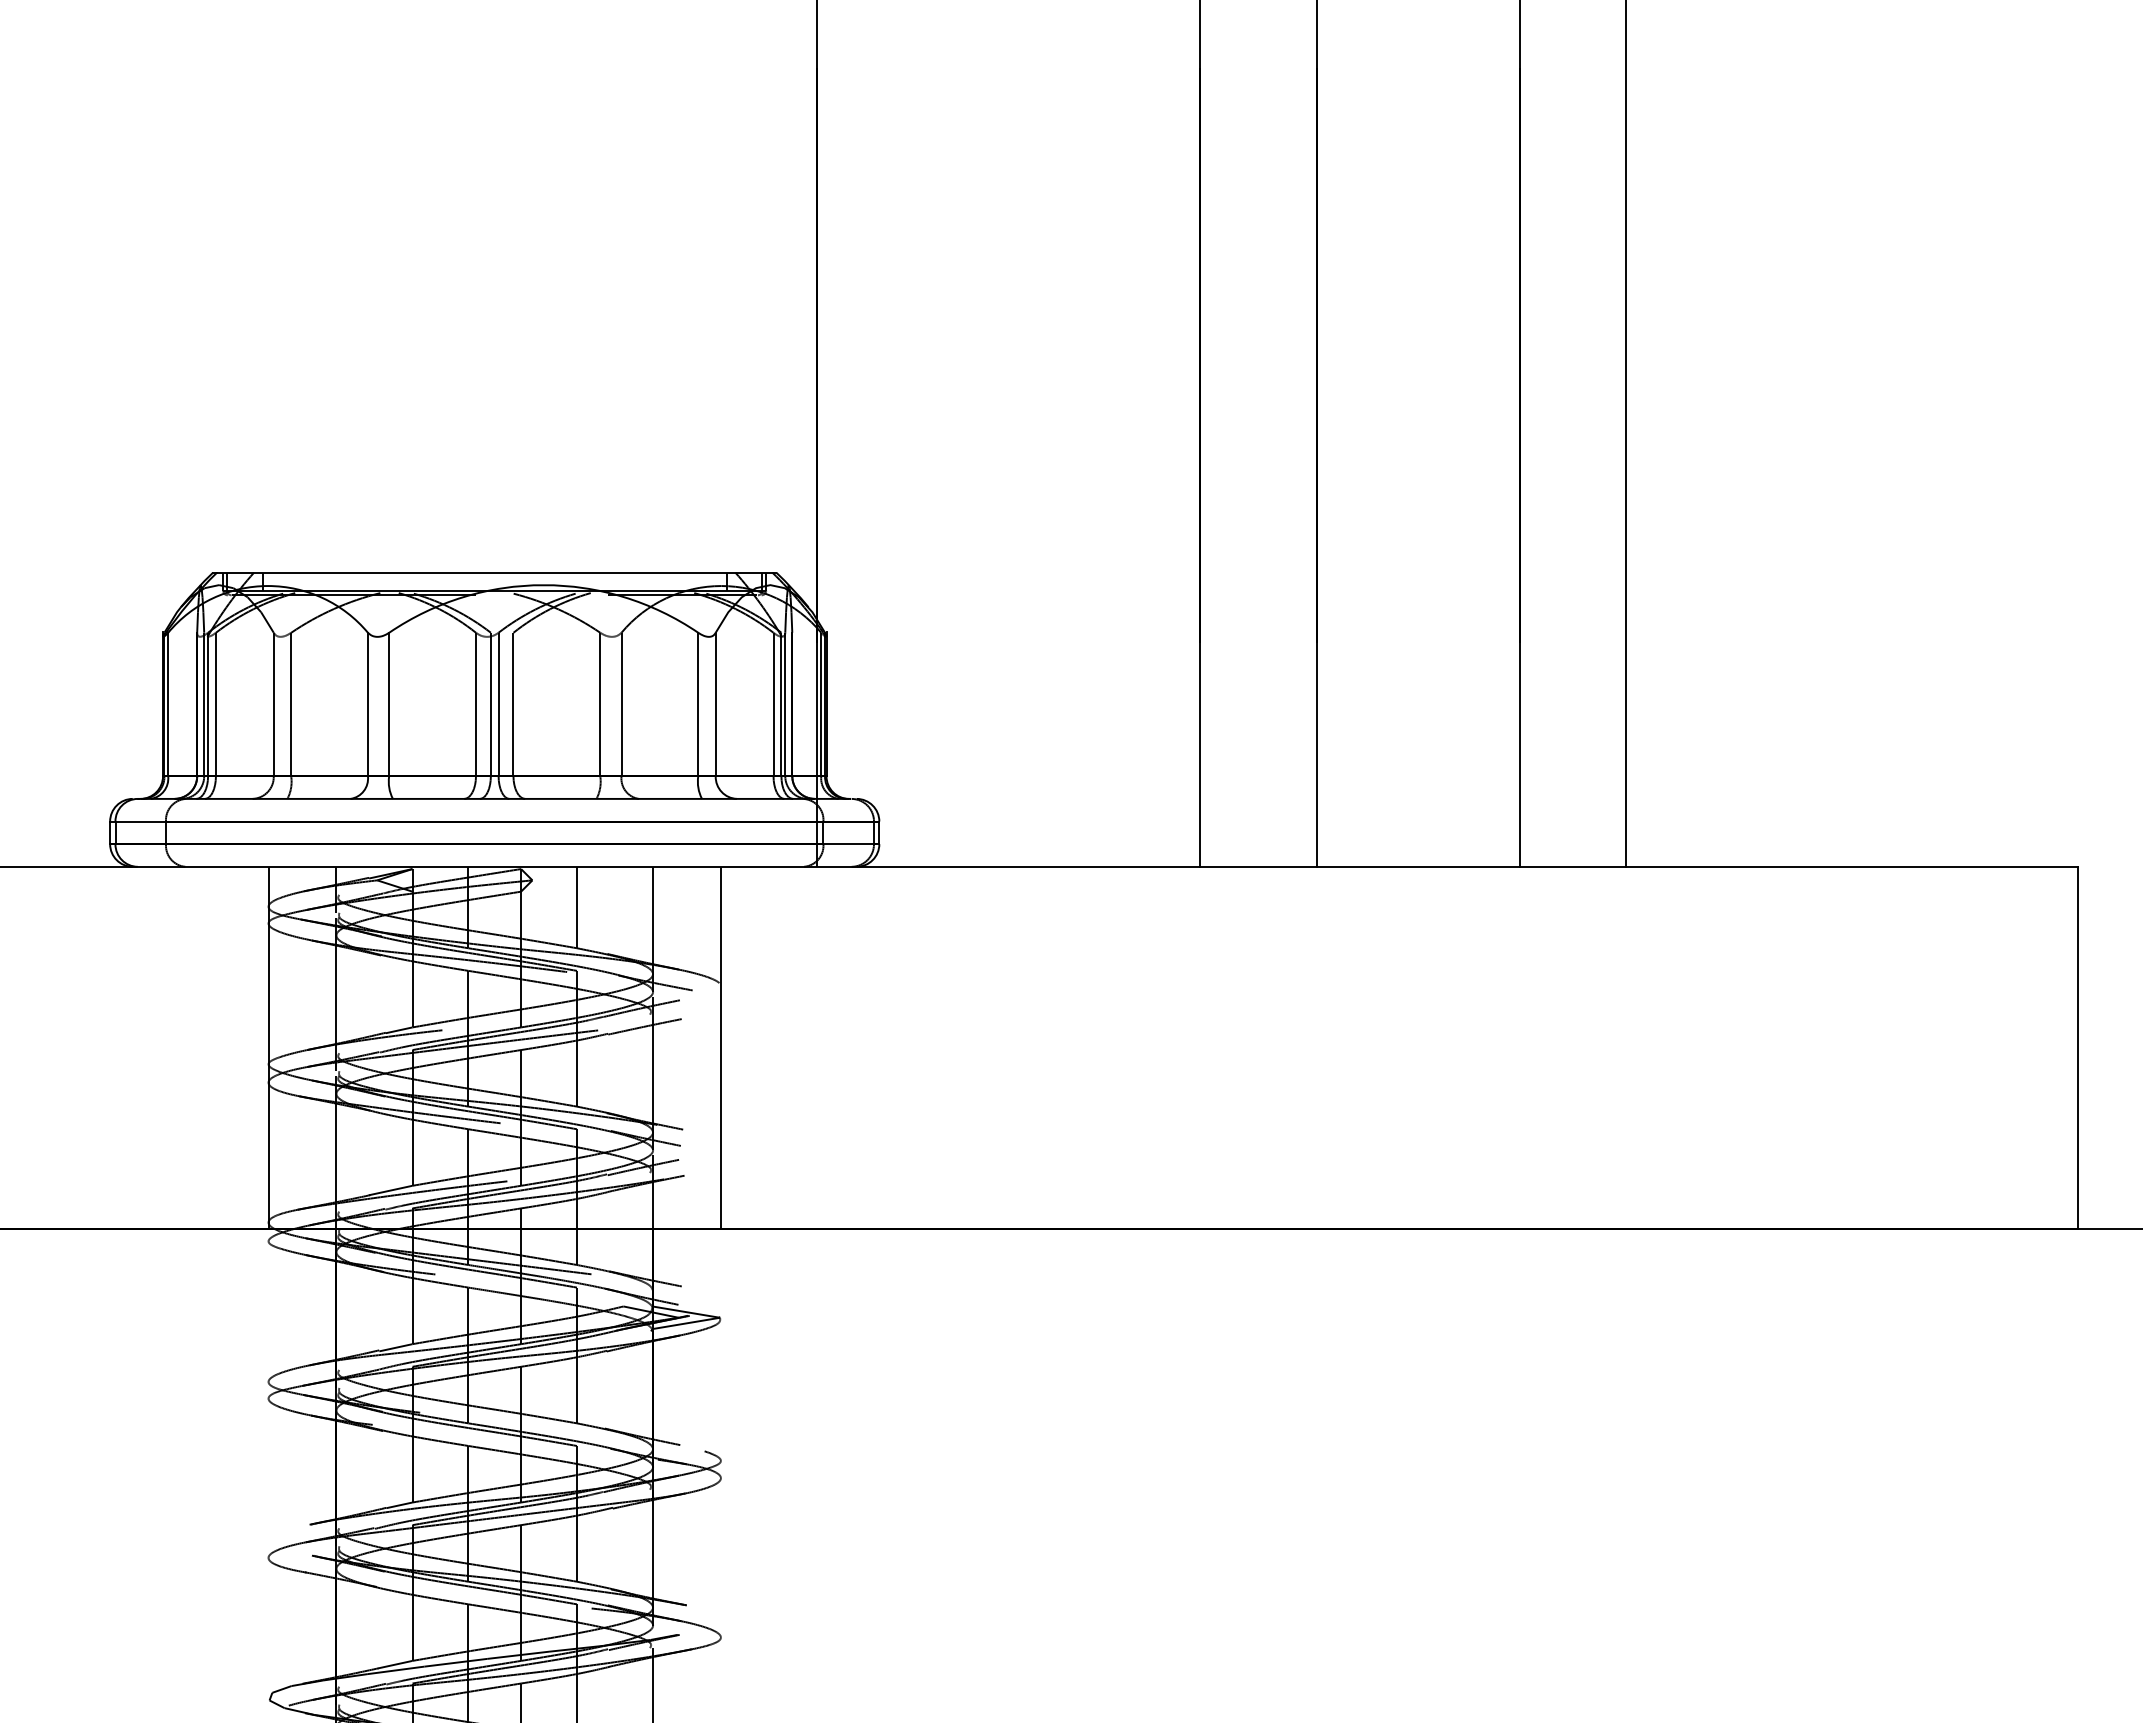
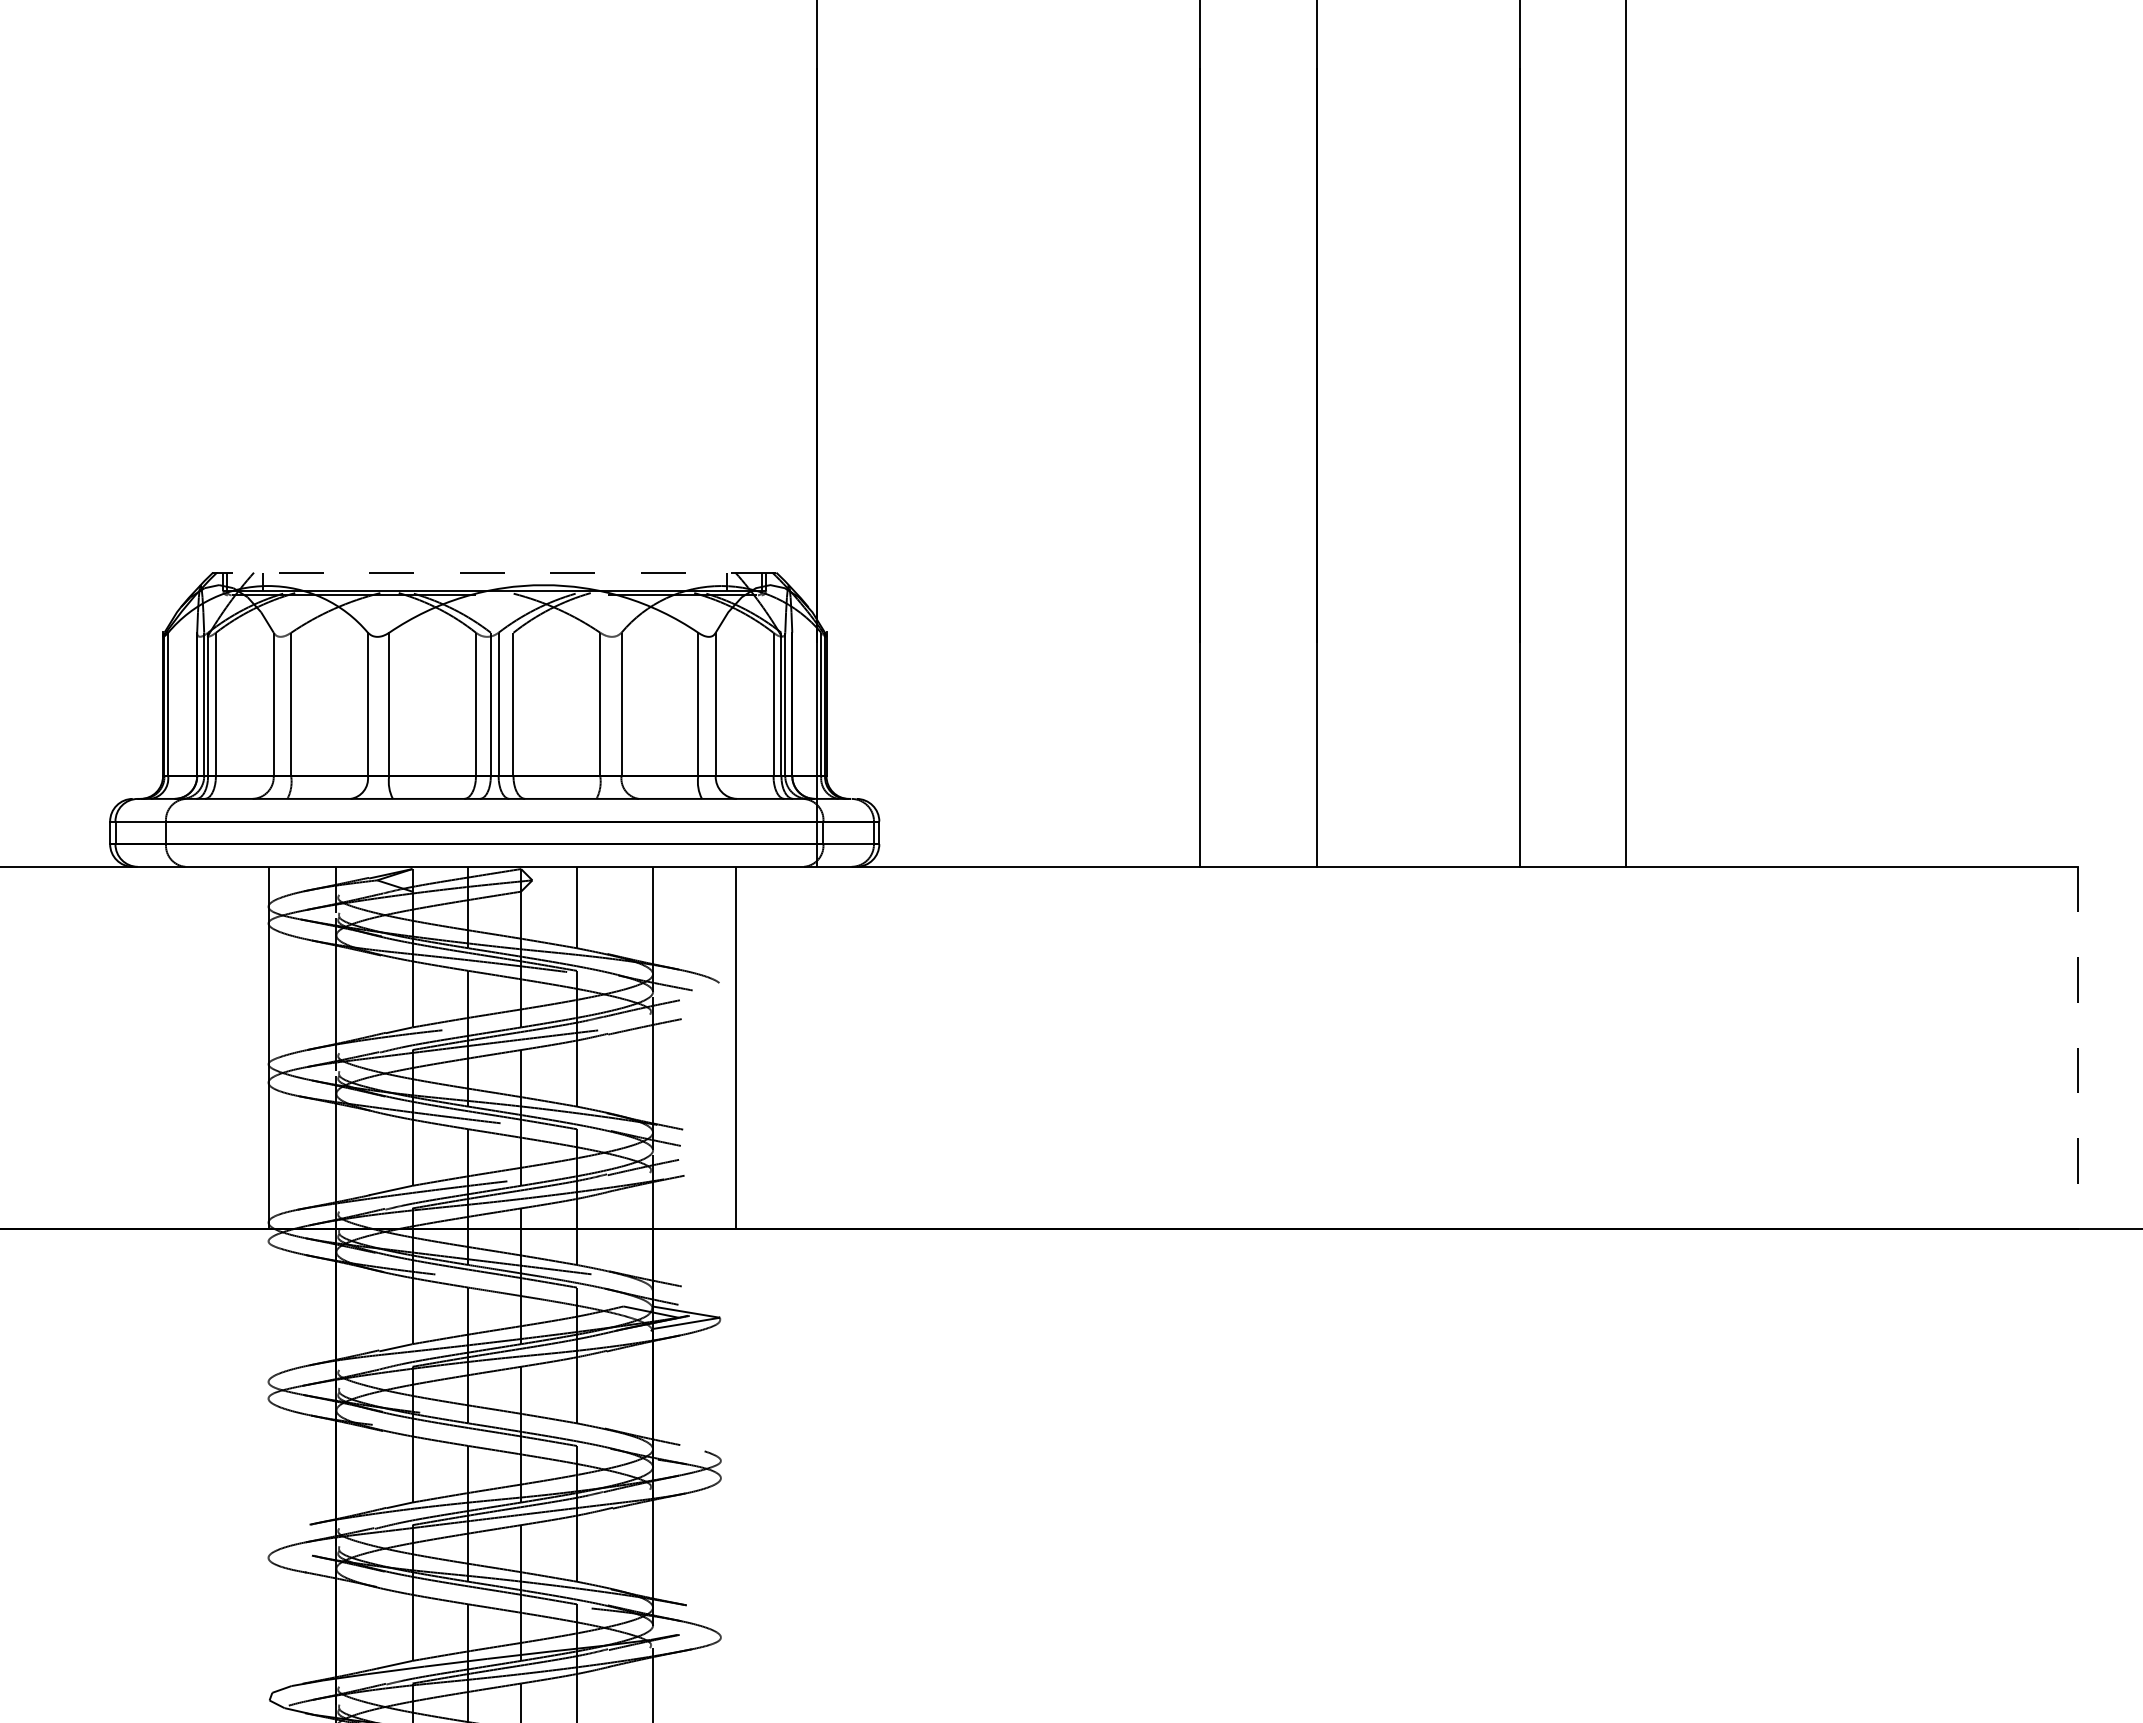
line at (496, 572): solid -> dashed
line at (720, 1047) position: (720, 1047) -> (735, 1047)
line at (2078, 1047): solid -> dashed
